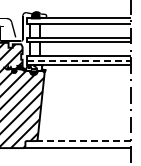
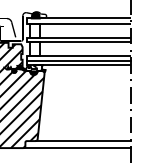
line at (79, 60): dashed -> solid
line at (82, 141): dashed -> solid
